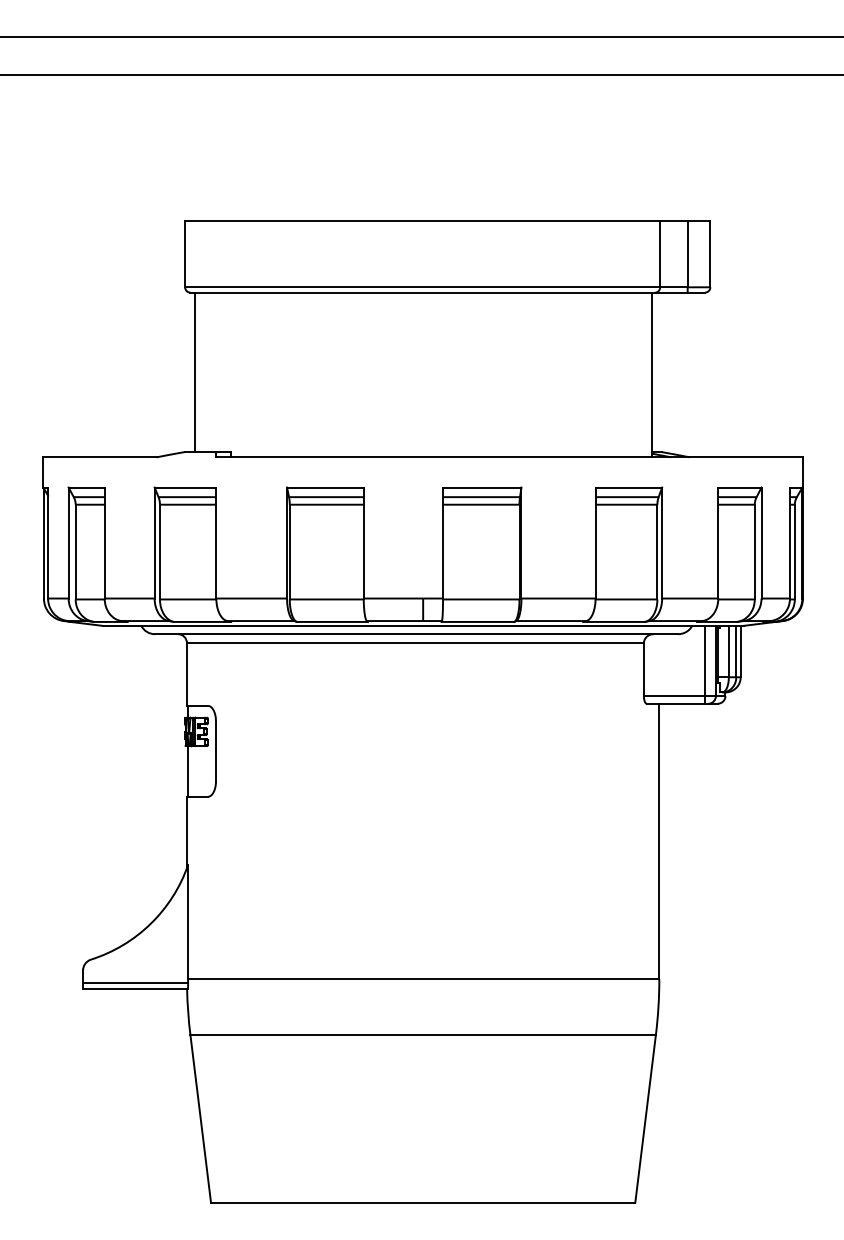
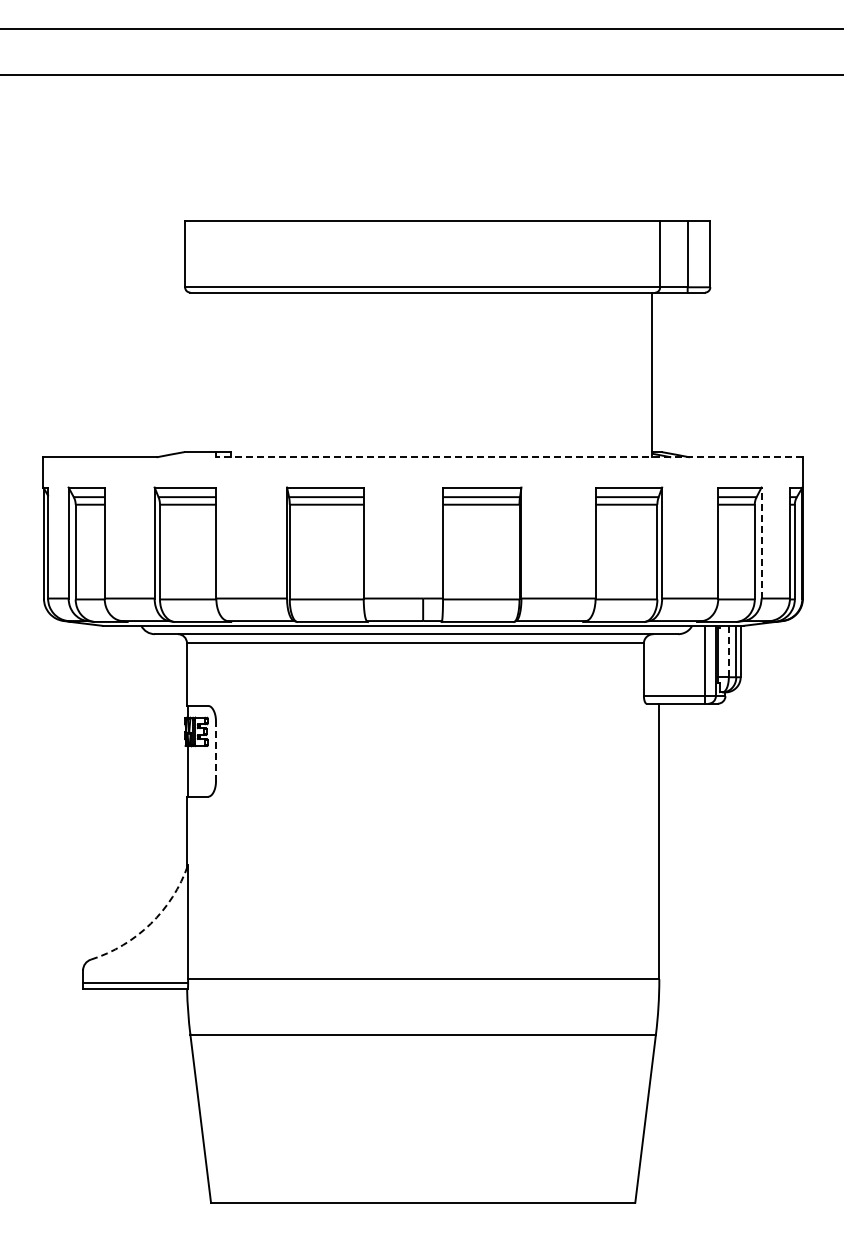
line at (421, 37) position: (421, 37) -> (421, 29)
line at (194, 372): present -> none
line at (509, 457): solid -> dashed
line at (761, 542): solid -> dashed
line at (728, 651): solid -> dashed
line at (215, 750): solid -> dashed
arc at (150, 923): solid -> dashed
